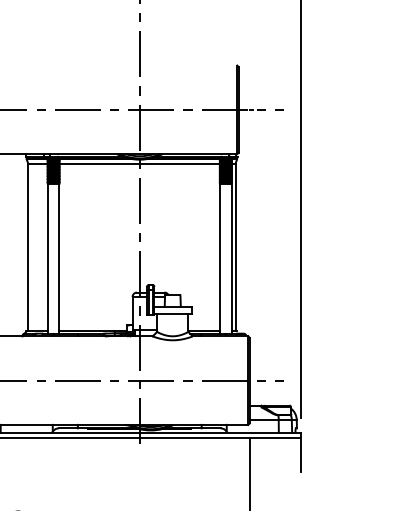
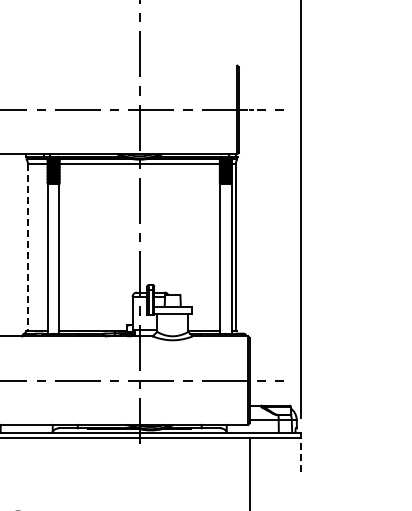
line at (28, 247): solid -> dashed
line at (301, 454): solid -> dashed
